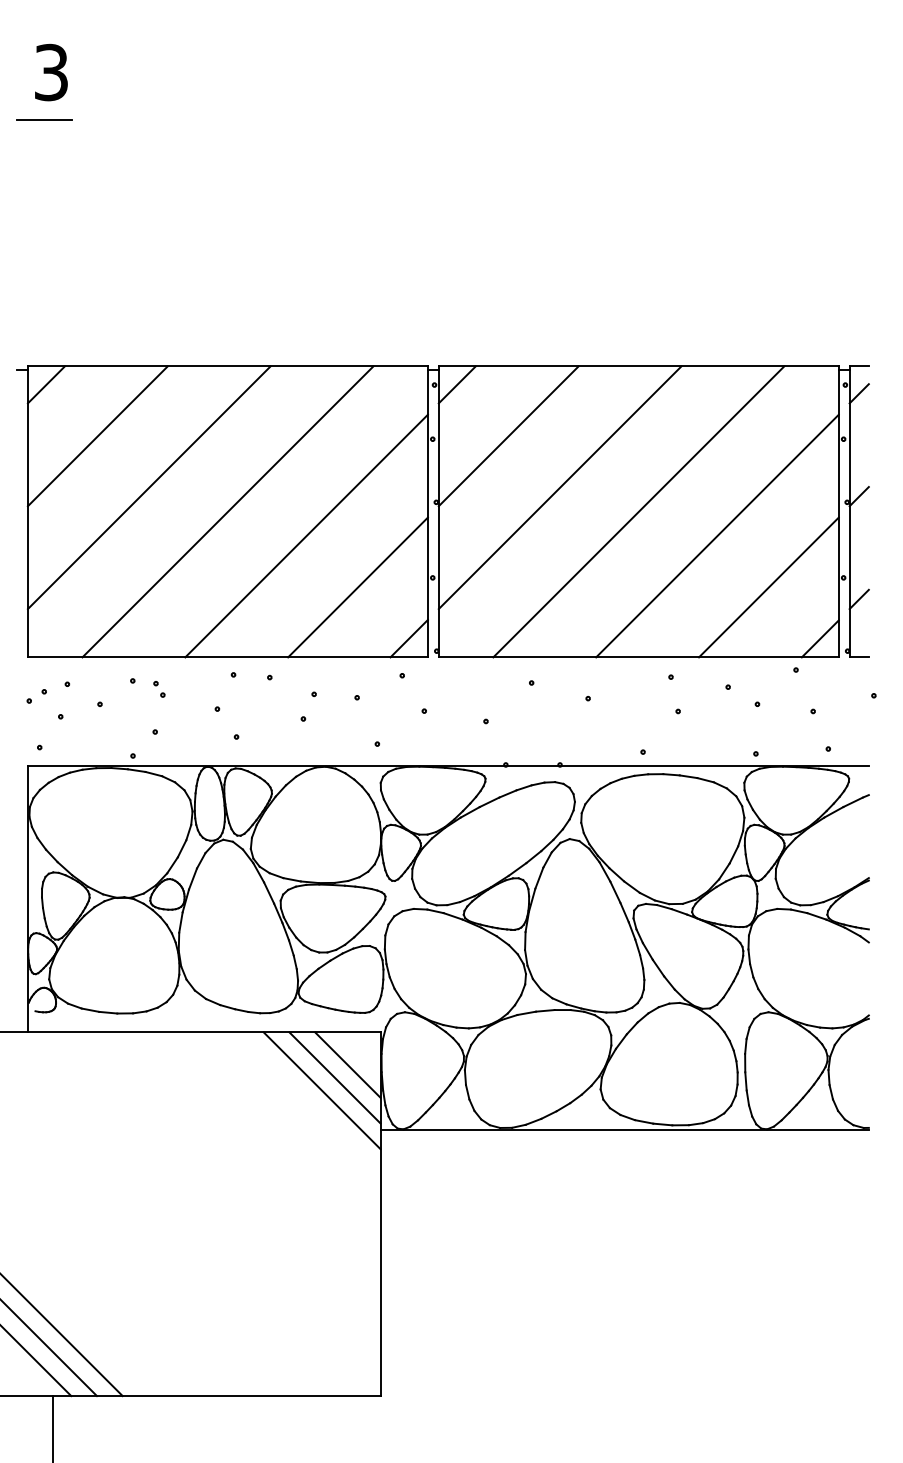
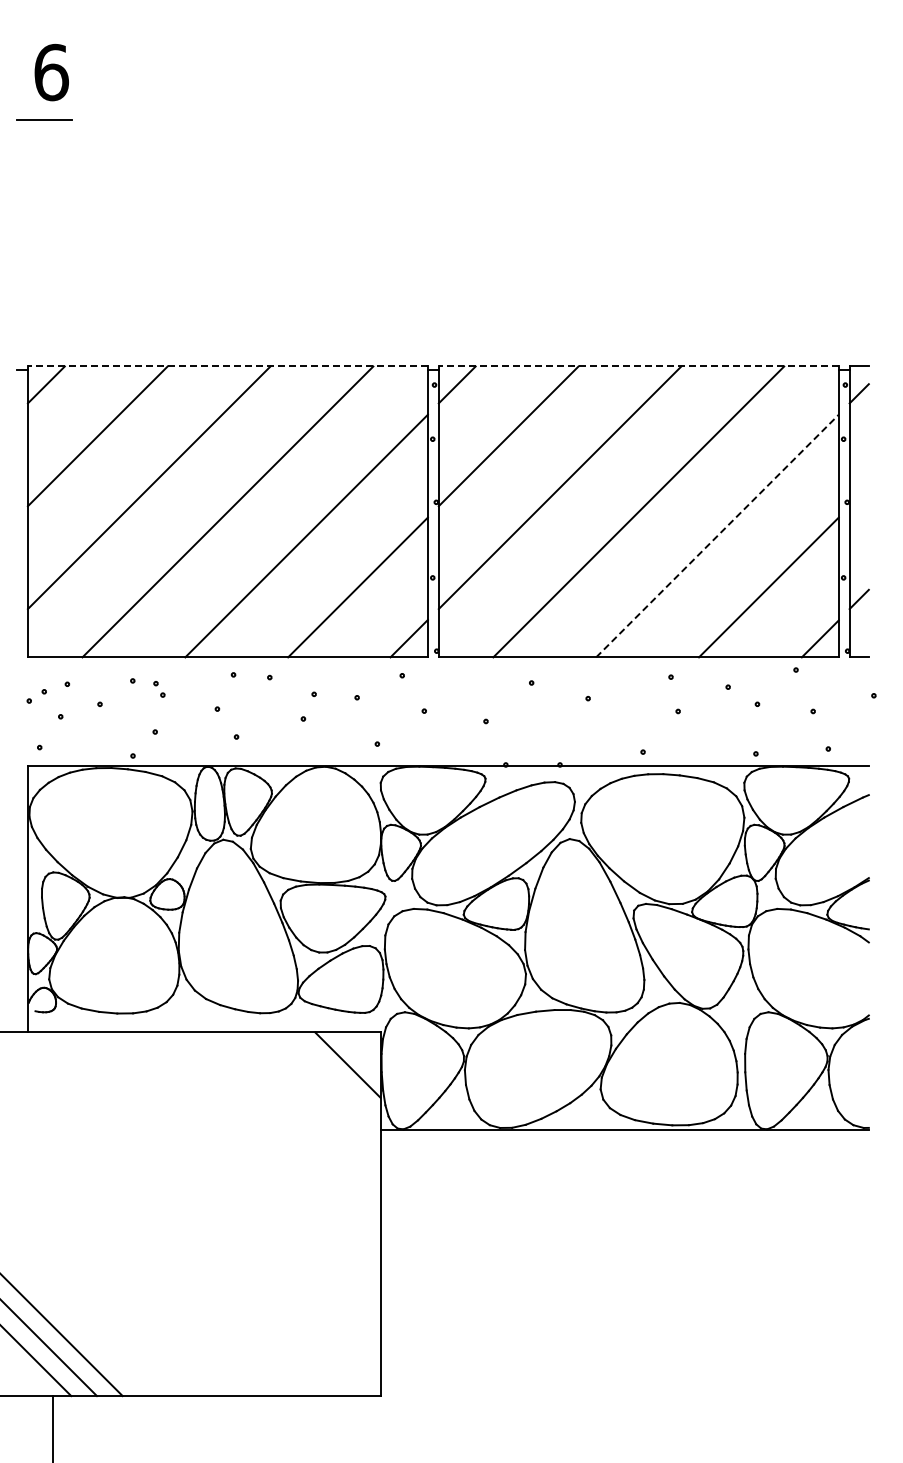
text at (51, 72): 3 -> 6
line at (227, 366): solid -> dashed
line at (638, 366): solid -> dashed
line at (858, 496): present -> none
line at (717, 536): solid -> dashed
line at (334, 1077): present -> none
line at (321, 1090): present -> none
